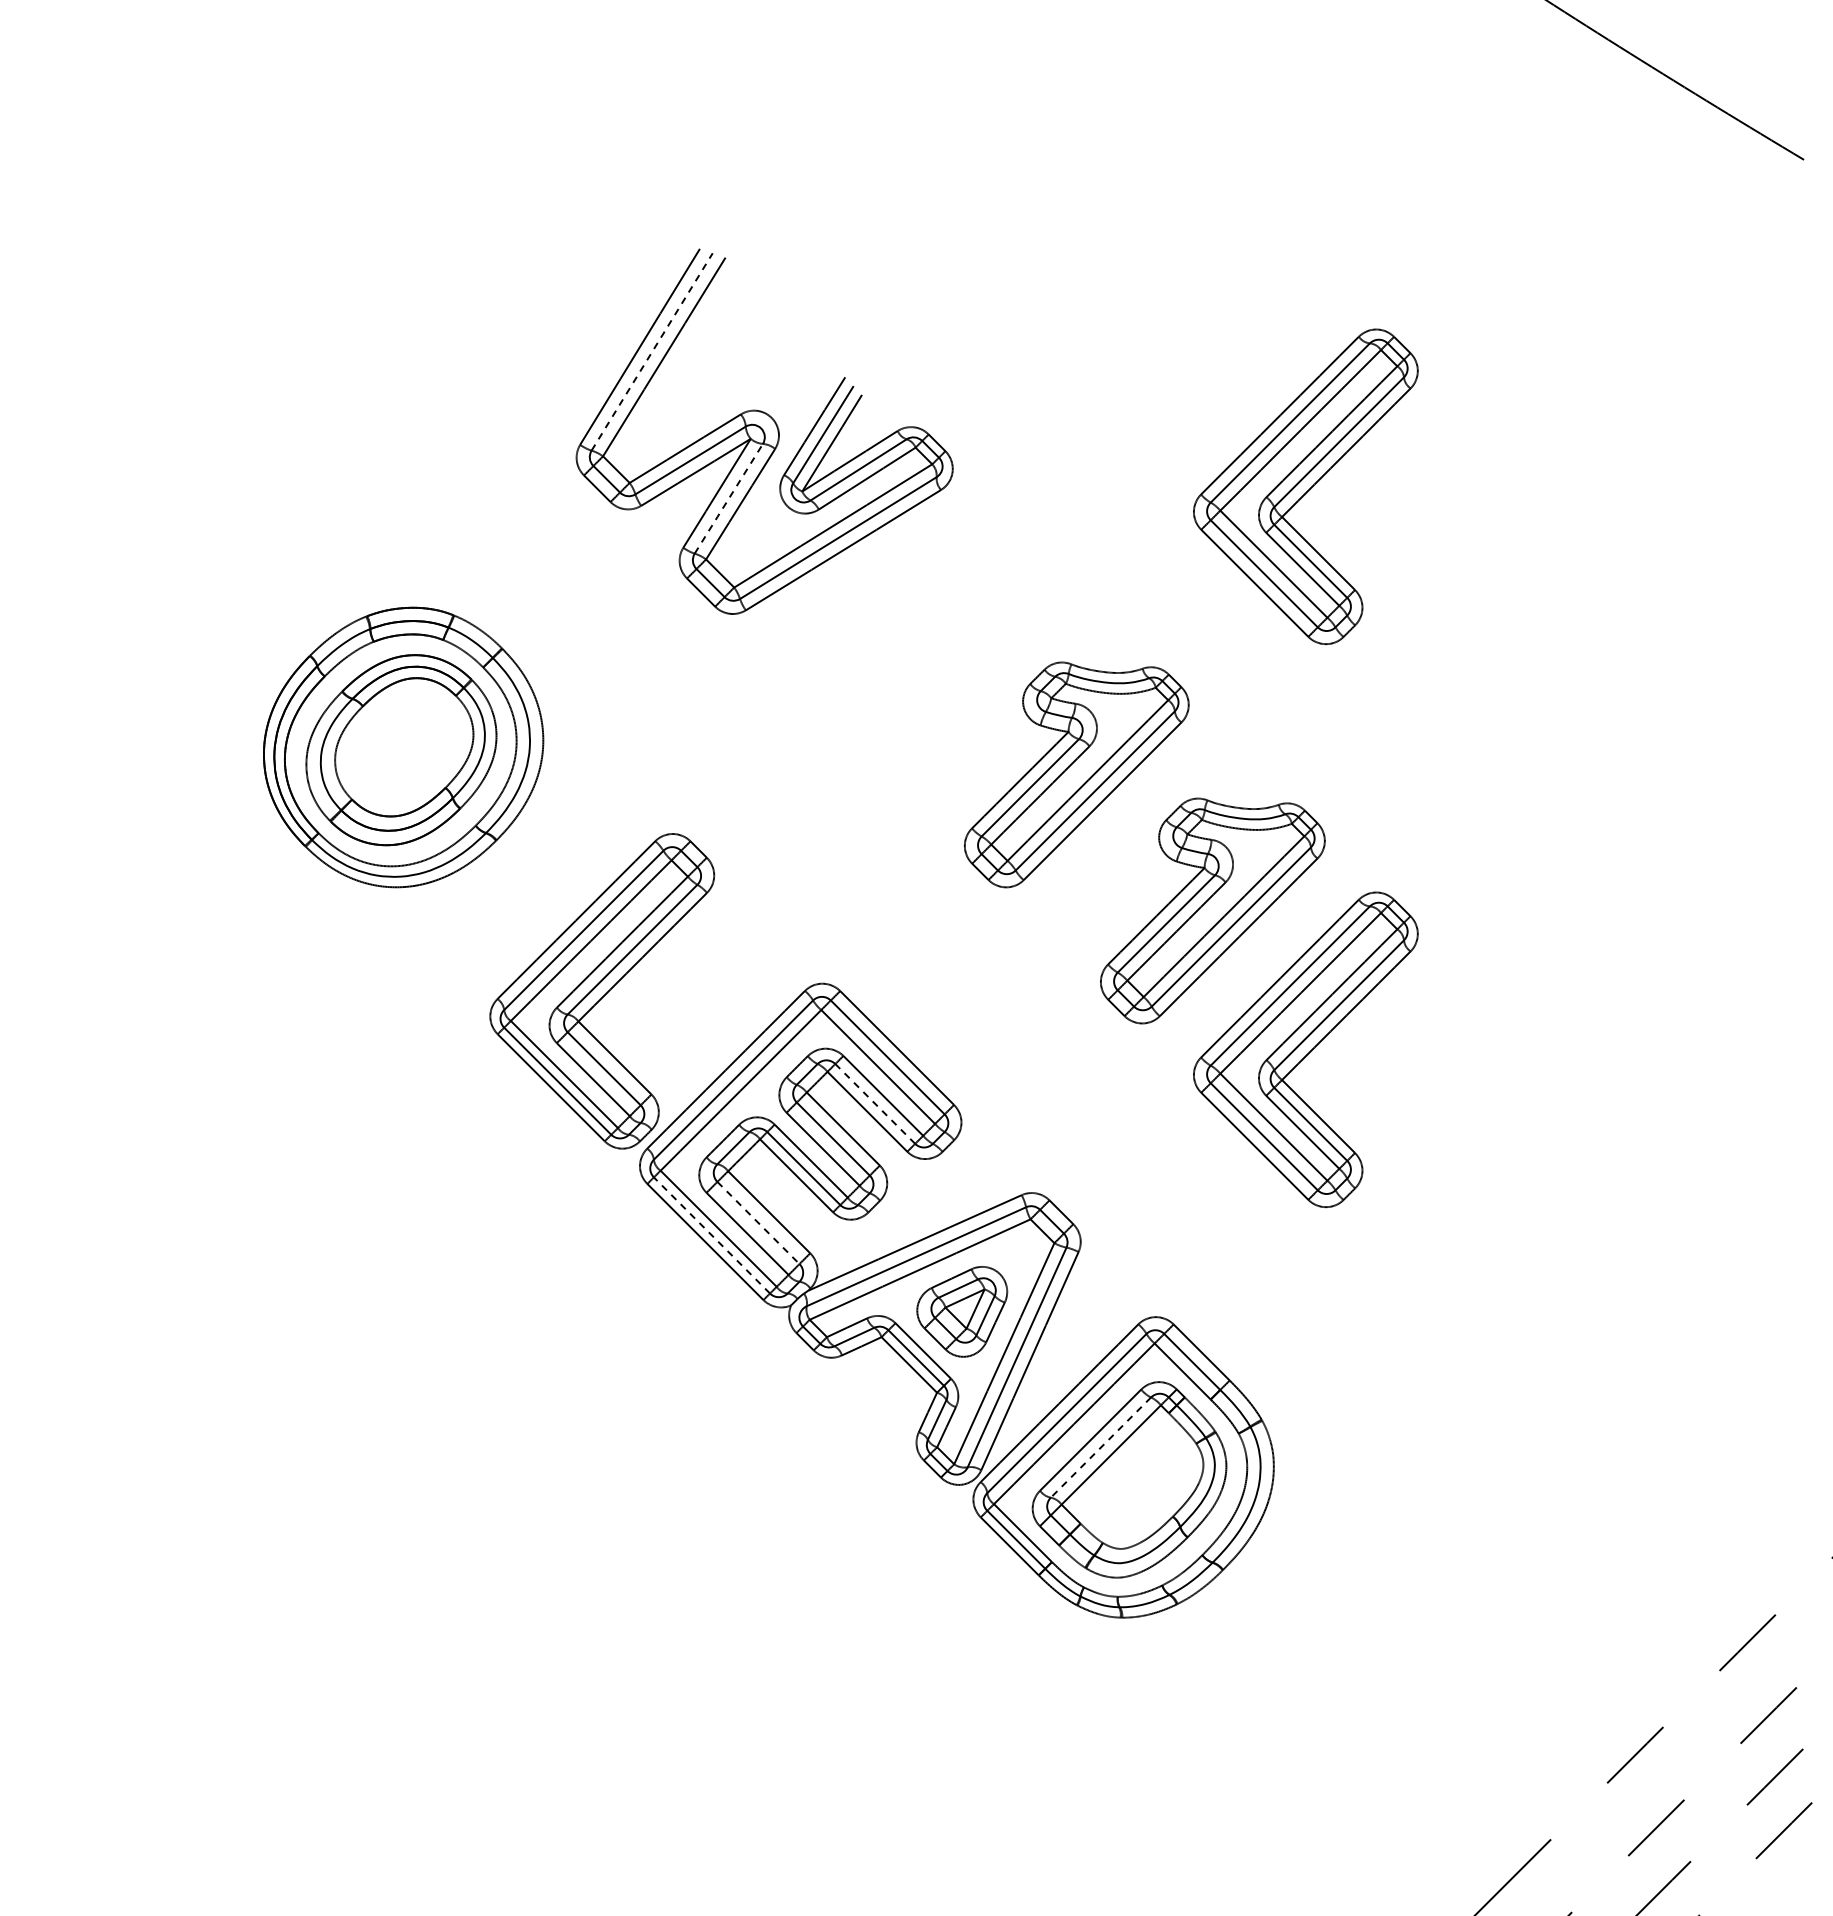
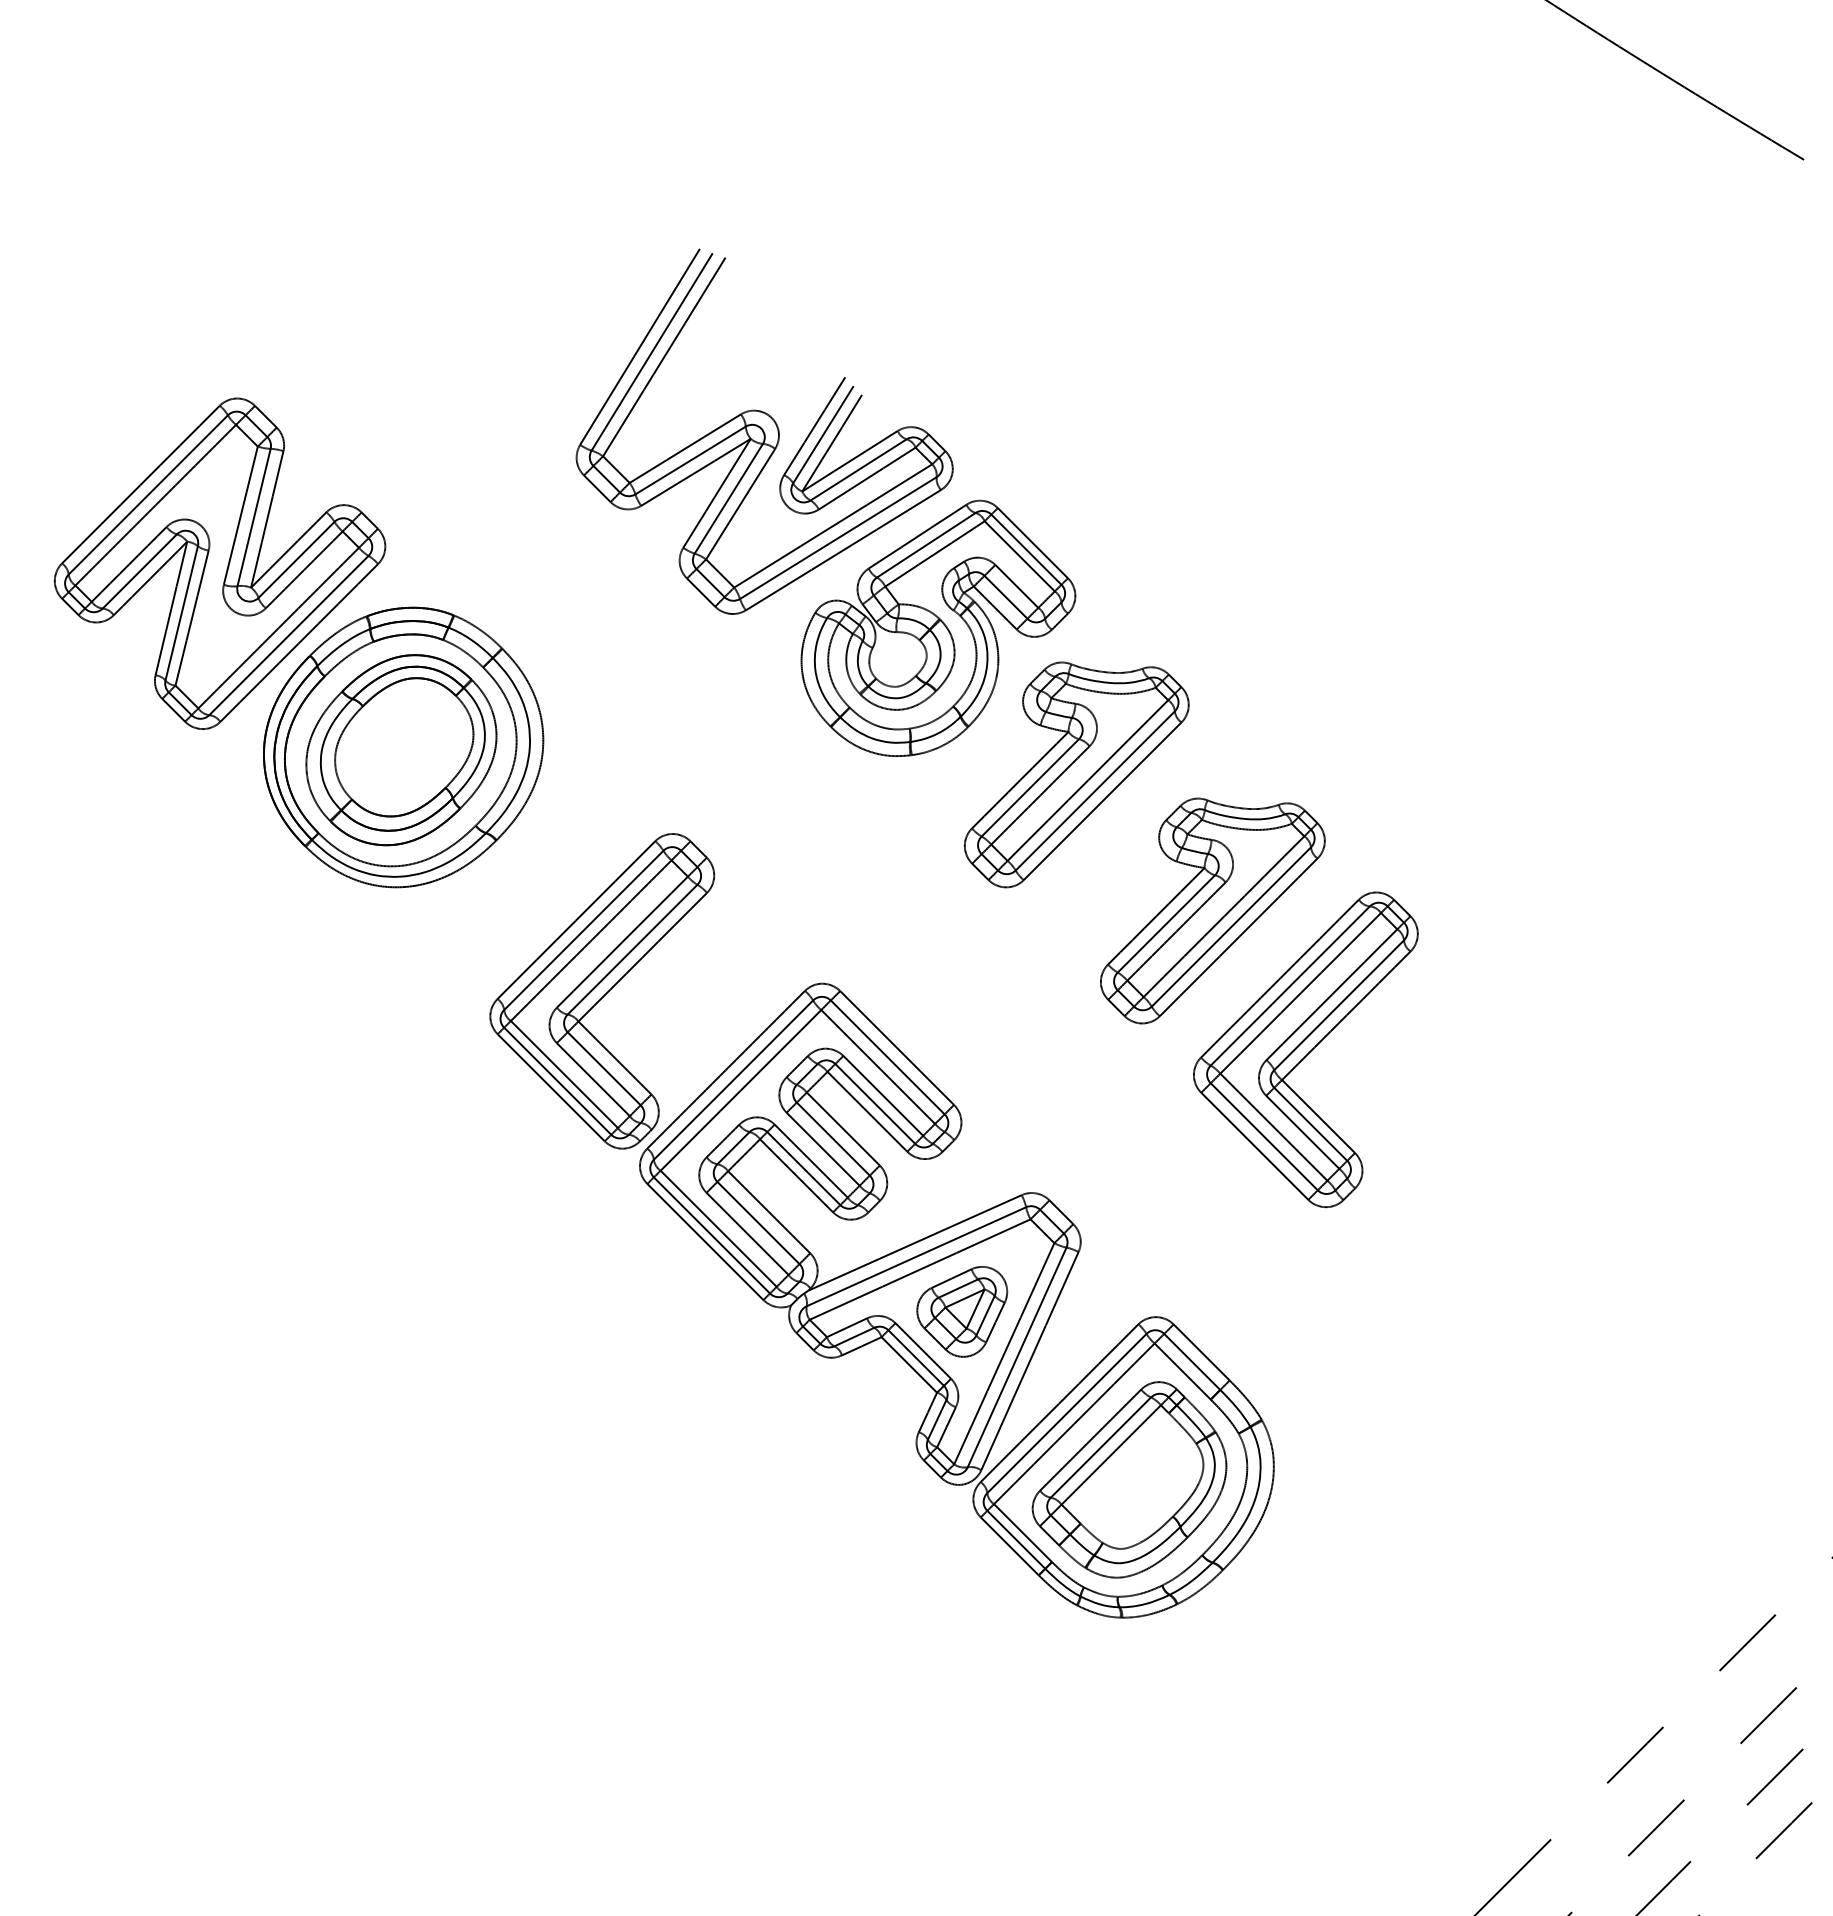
line at (652, 351): dashed -> solid
part at (1305, 486): present -> none
line at (728, 498): dashed -> solid
part at (219, 563): none -> present
part at (938, 627): none -> present
line at (874, 1103): dashed -> solid
line at (758, 1223): dashed -> solid
line at (711, 1235): dashed -> solid
line at (1100, 1447): dashed -> solid
